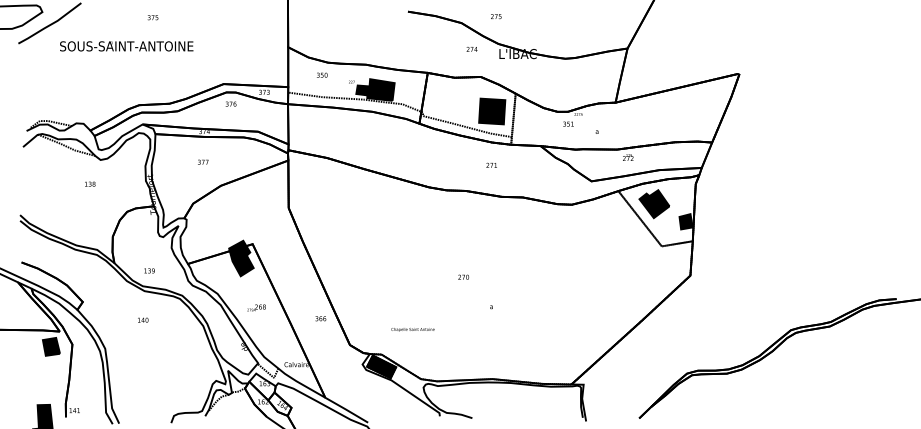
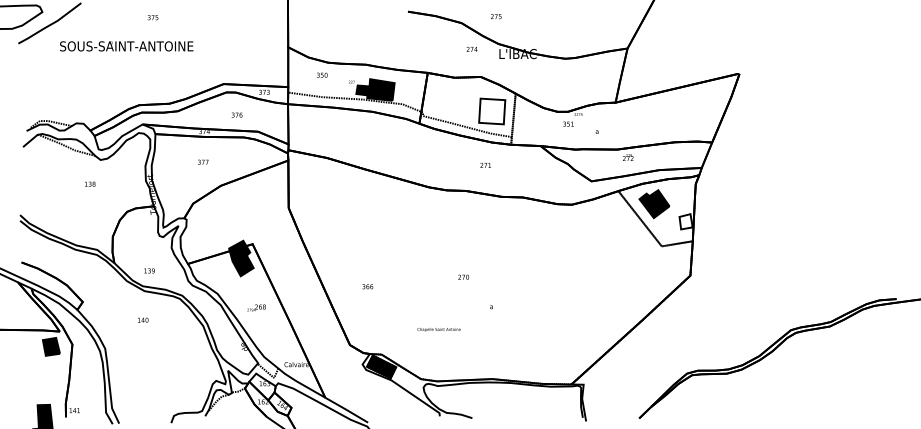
text at (230, 103) position: (230, 103) -> (236, 114)
fill at (492, 111): present -> none
text at (491, 164) position: (491, 164) -> (485, 164)
fill at (685, 221): present -> none
text at (320, 318) position: (320, 318) -> (367, 286)
text at (412, 329) position: (412, 329) -> (438, 329)
